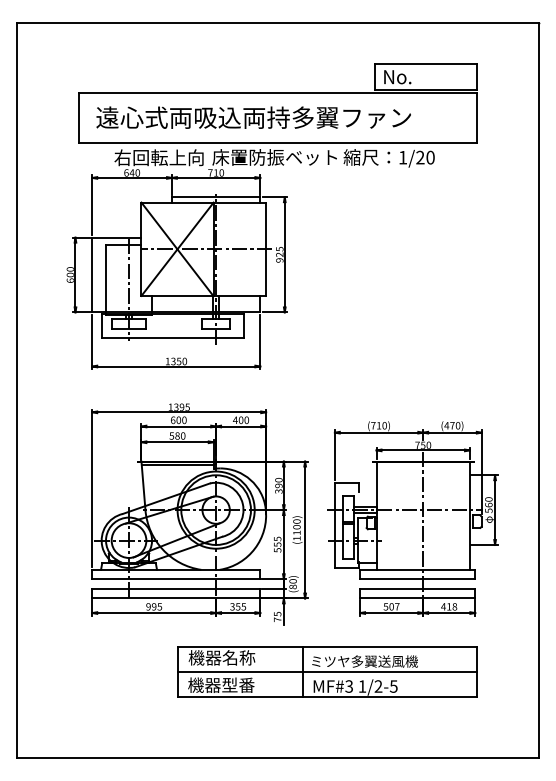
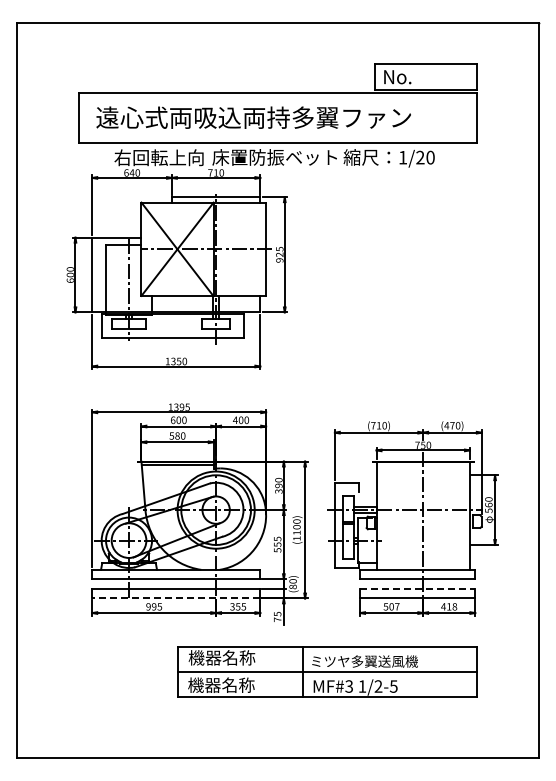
line at (417, 589): solid -> dashed
line at (176, 598): solid -> dashed
text at (238, 684): 機器型番 -> 機器名称
